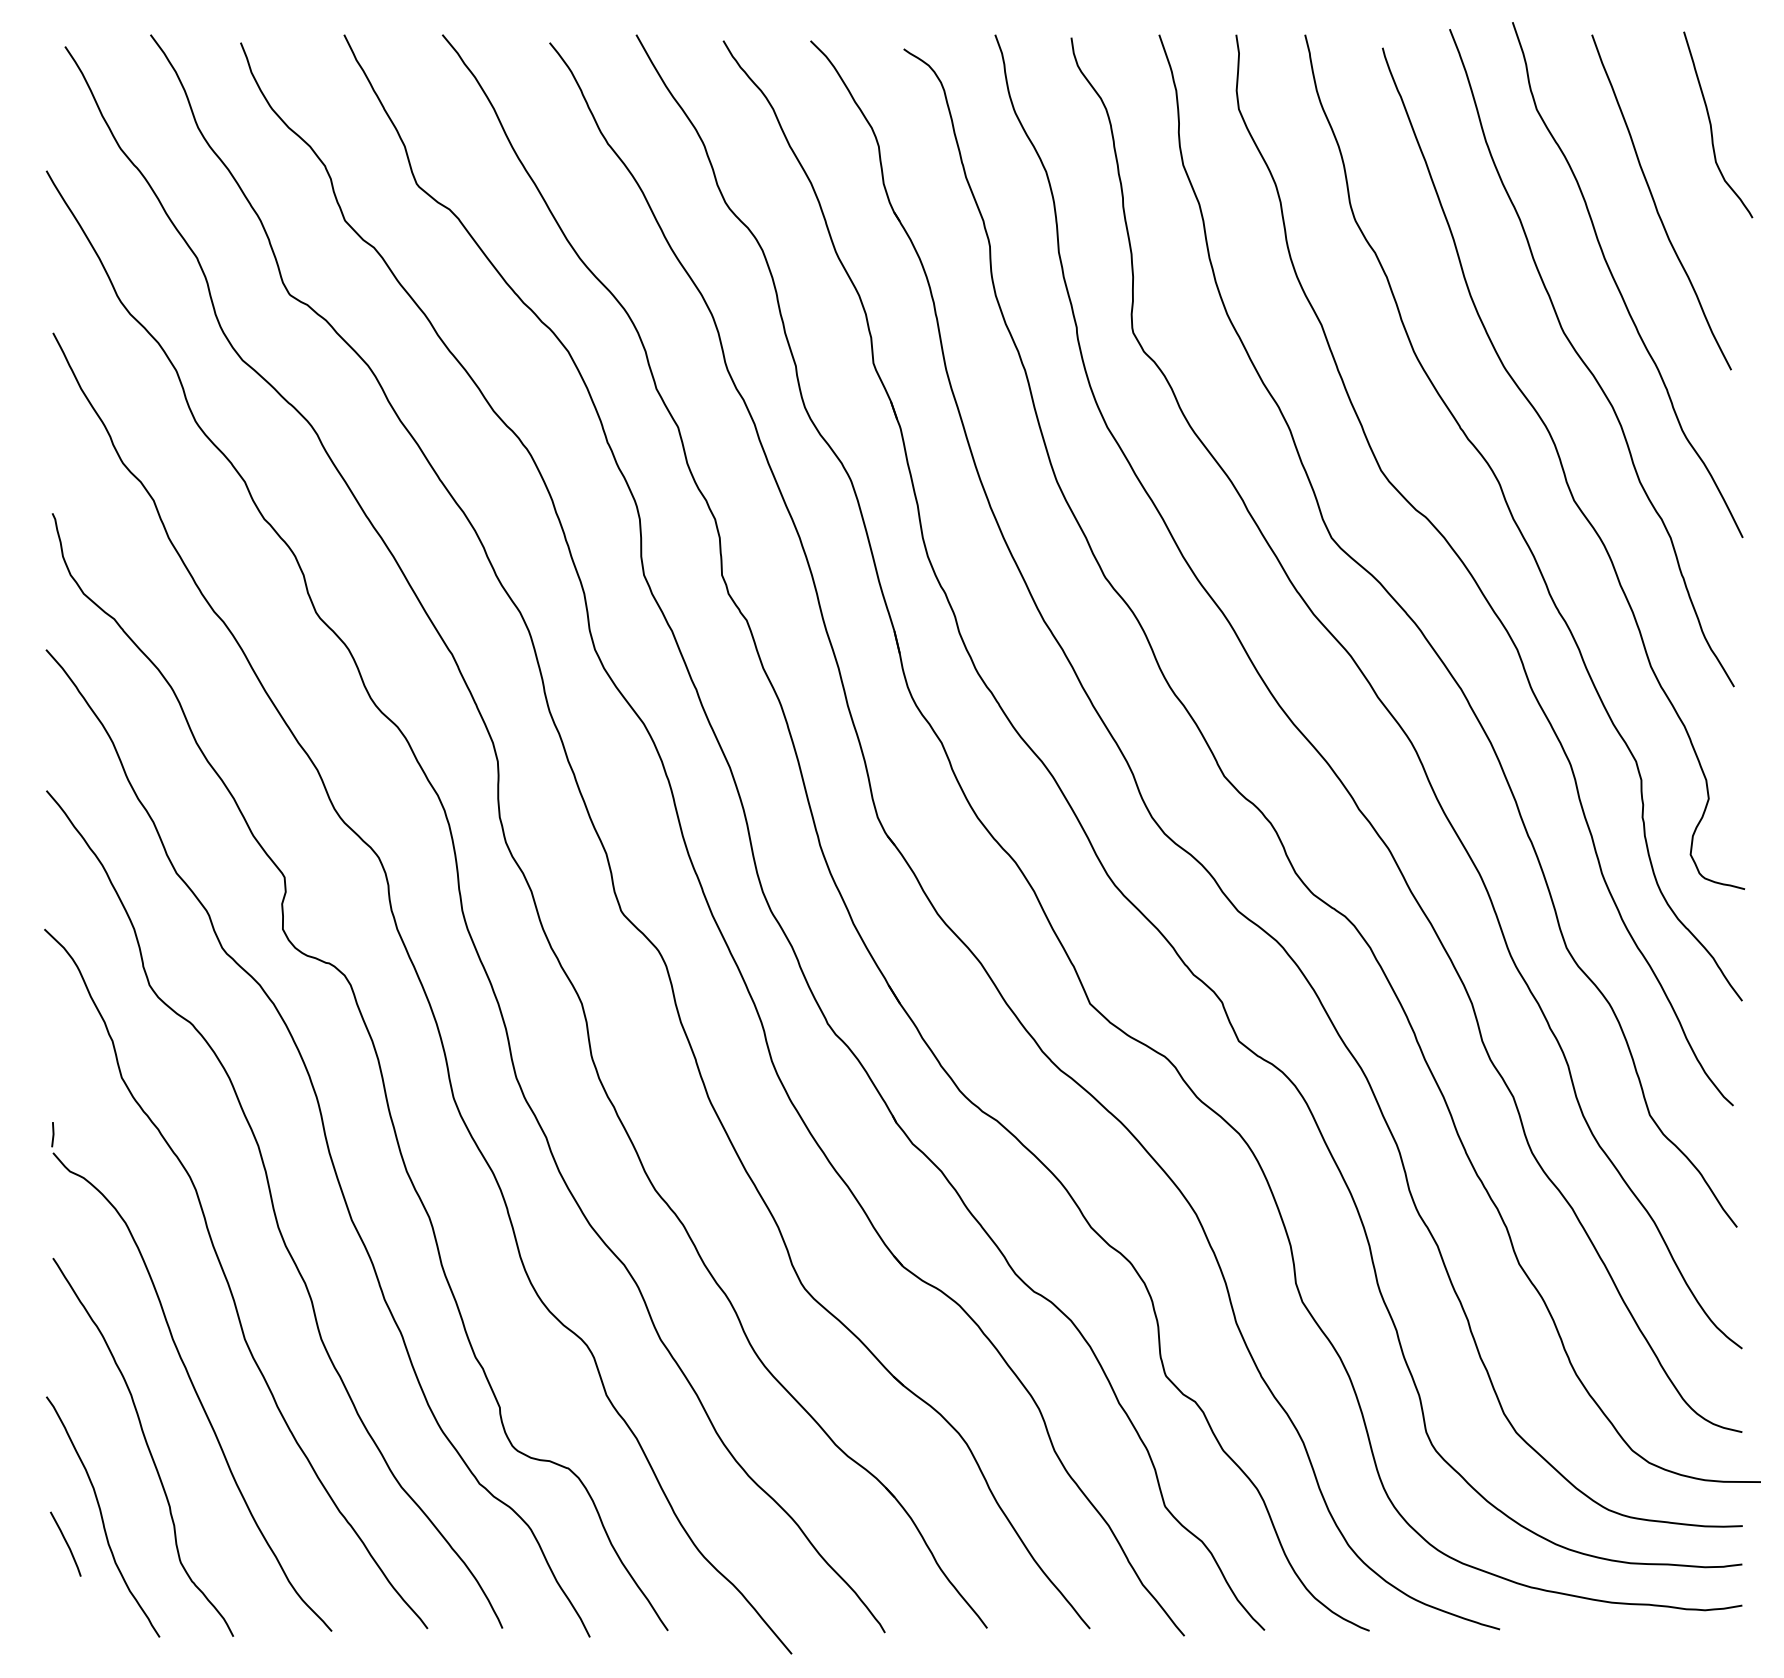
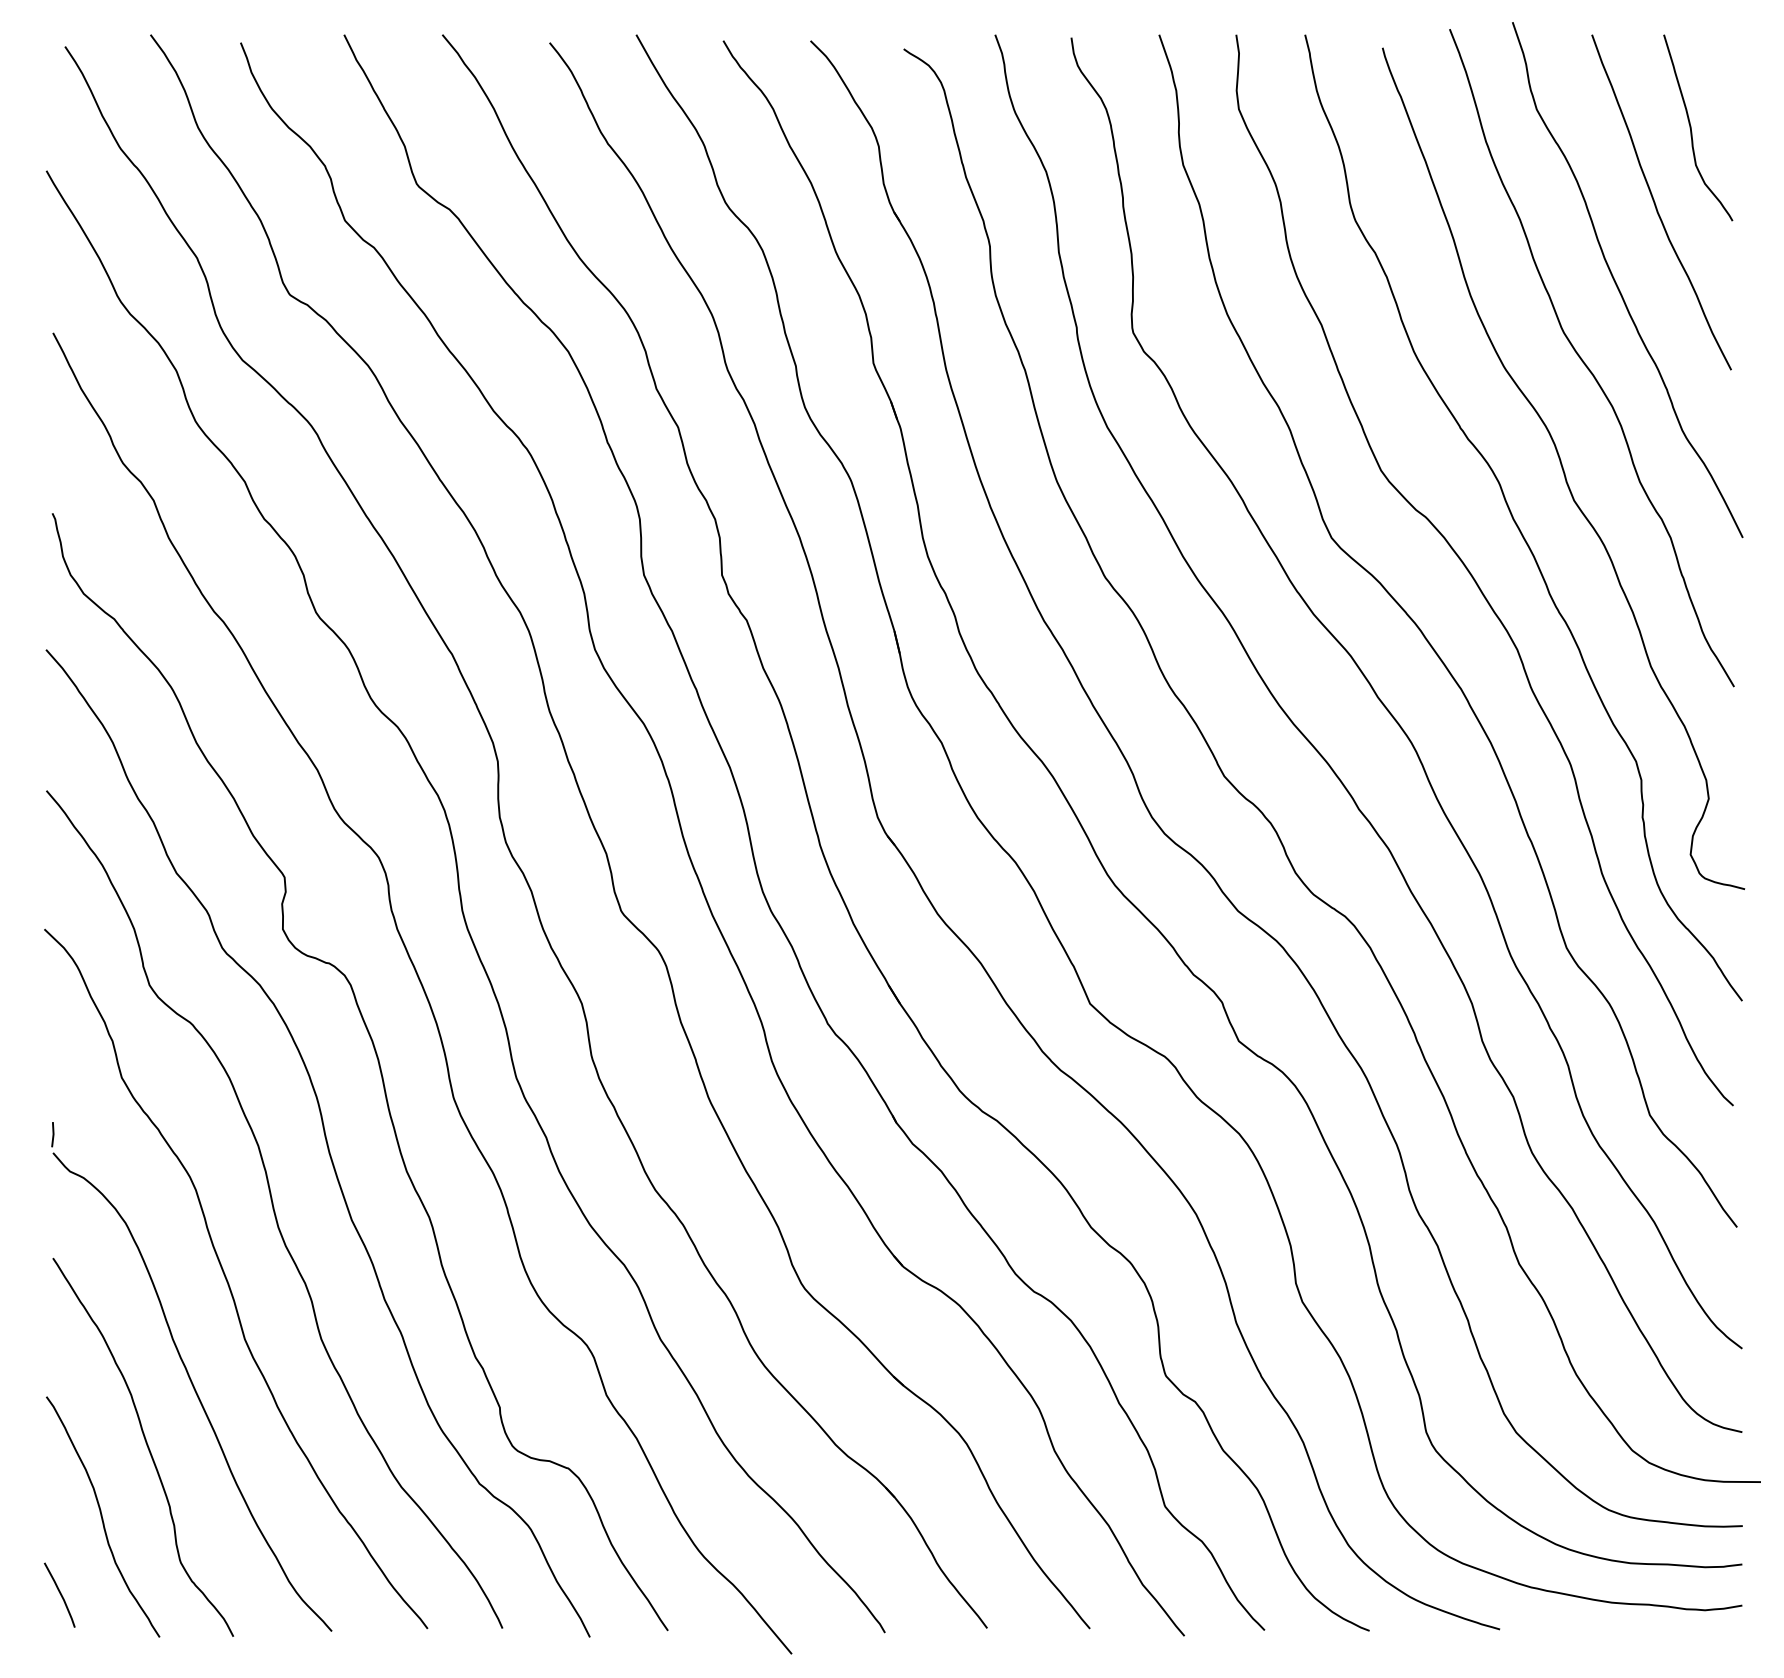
curve at (1711, 124) position: (1711, 124) -> (1691, 127)
curve at (65, 1542) position: (65, 1542) -> (59, 1593)
